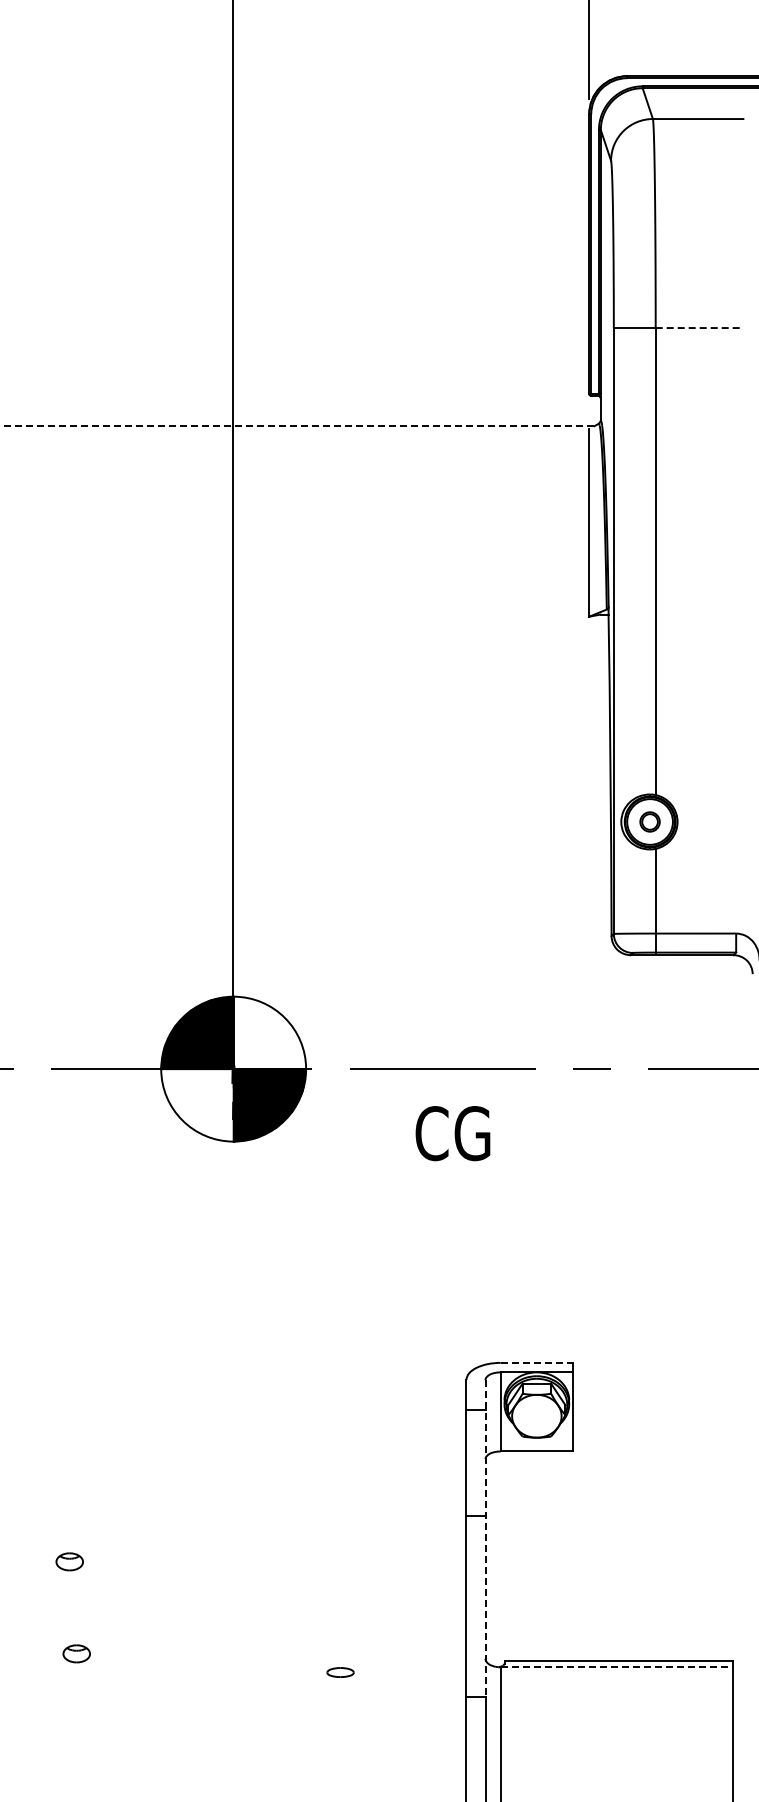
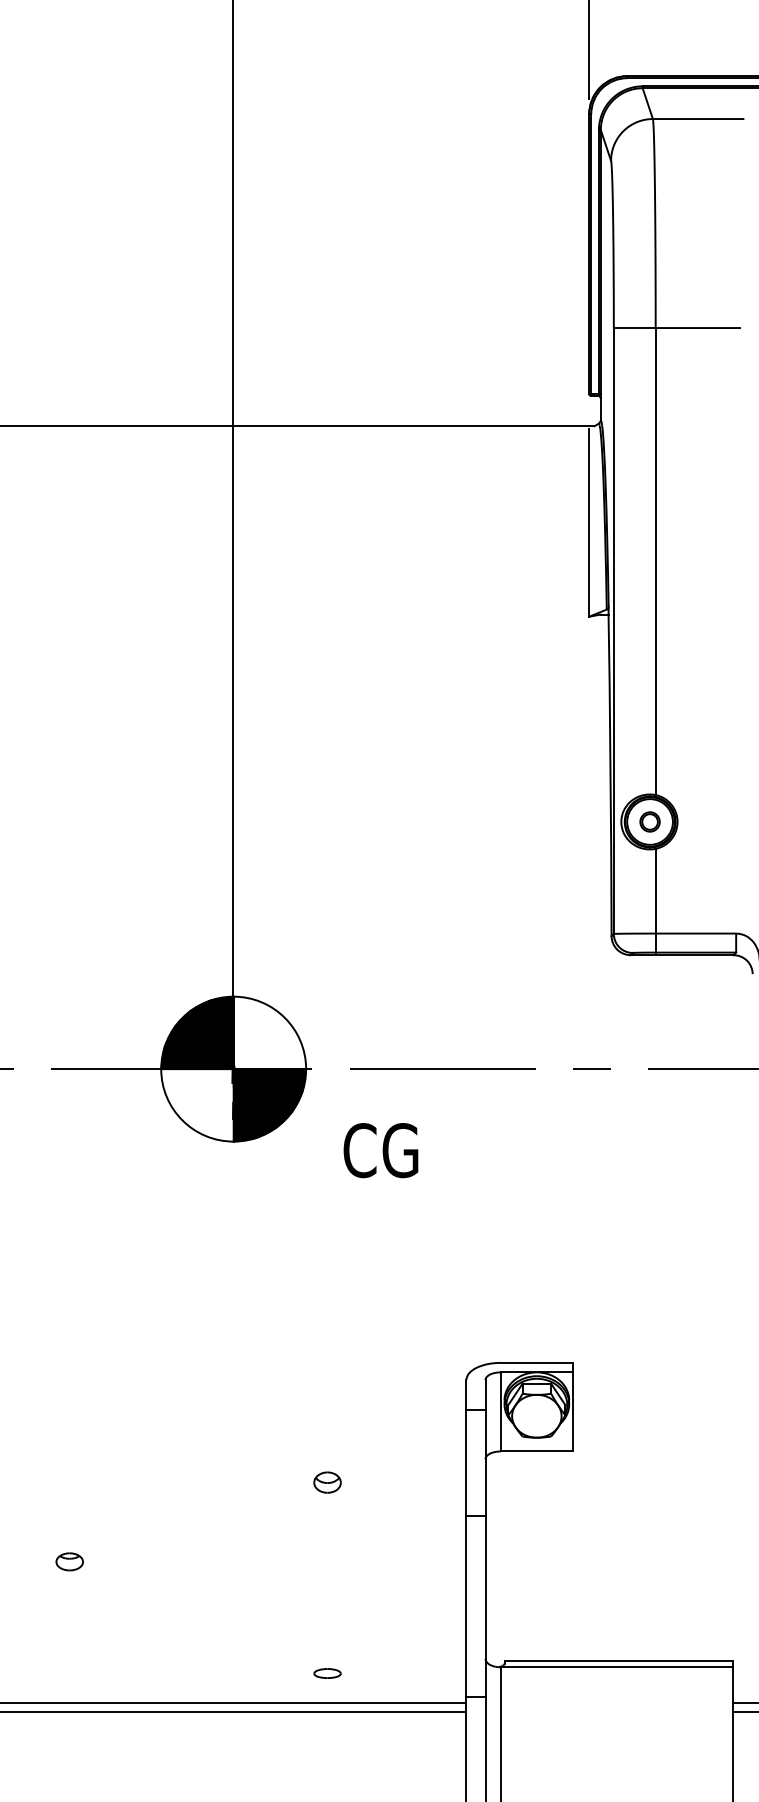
line at (698, 328): dashed -> solid
line at (297, 426): dashed -> solid
text at (452, 1133) position: (452, 1133) -> (380, 1150)
line at (537, 1362): dashed -> solid
part at (327, 1482): none -> present
line at (485, 1538): dashed -> solid
part at (76, 1653): present -> none
line at (617, 1667): dashed -> solid
part at (340, 1672) position: (340, 1672) -> (327, 1673)
line at (234, 1702): none -> present
line at (743, 1702): none -> present
line at (234, 1712): none -> present
line at (743, 1712): none -> present
